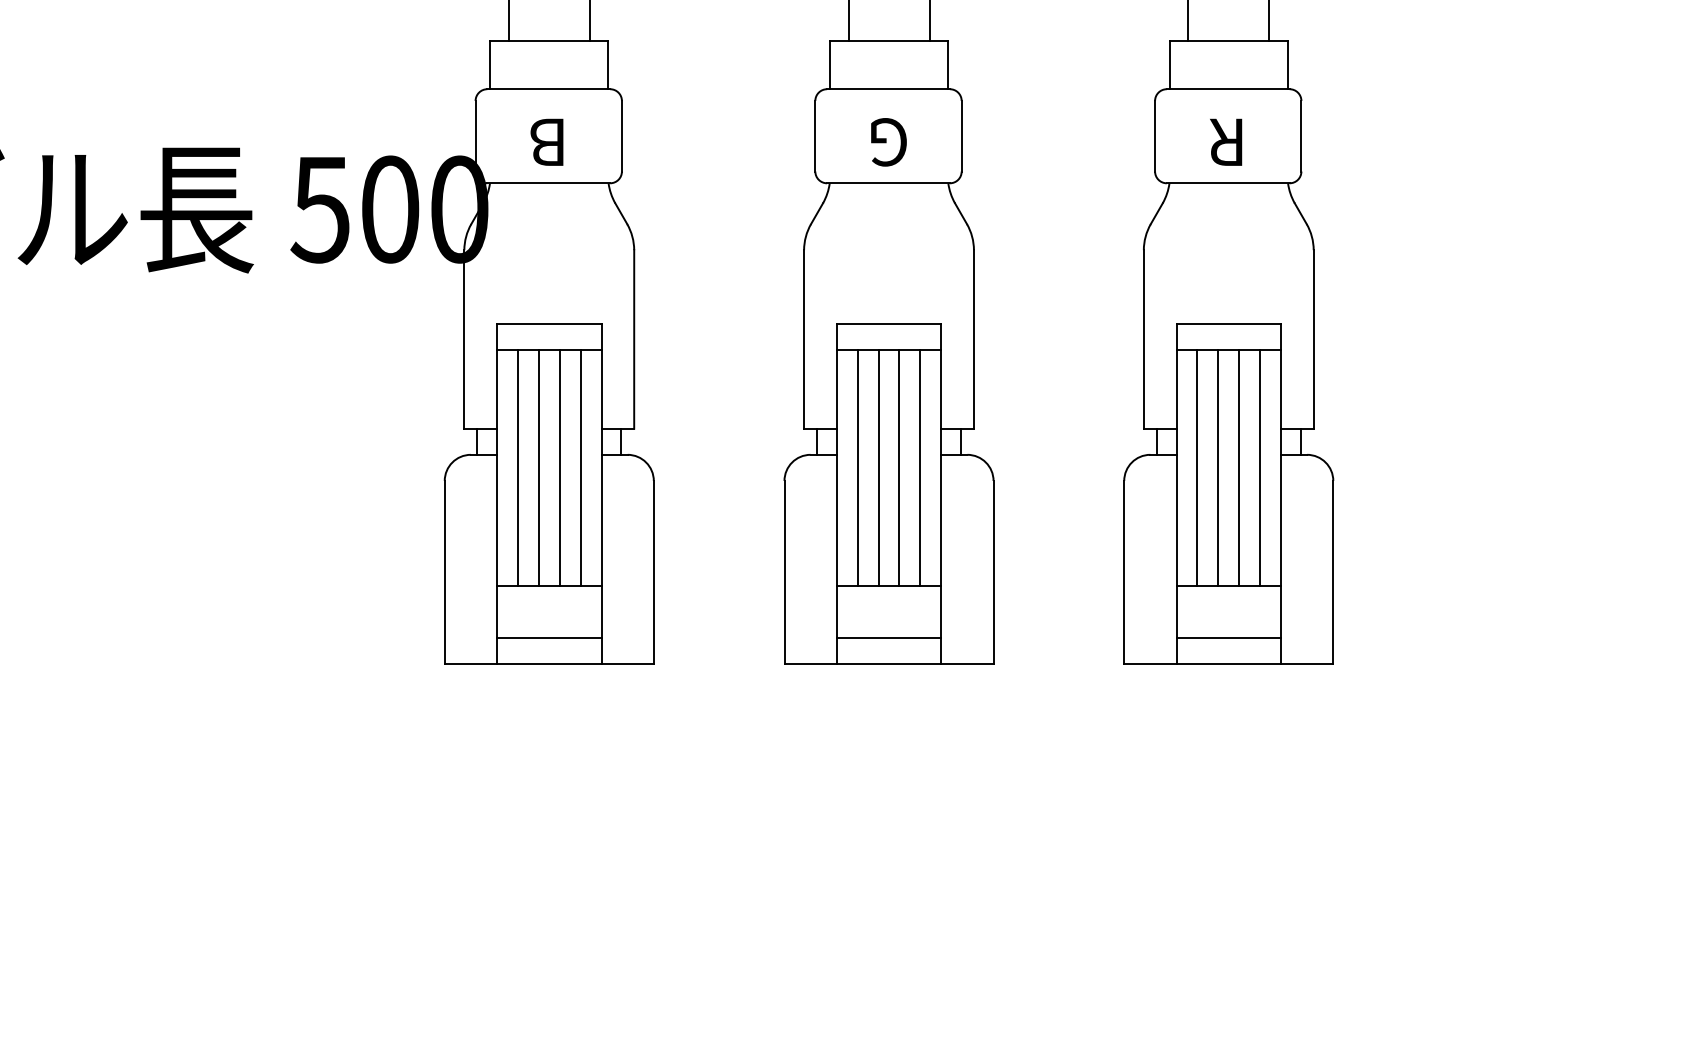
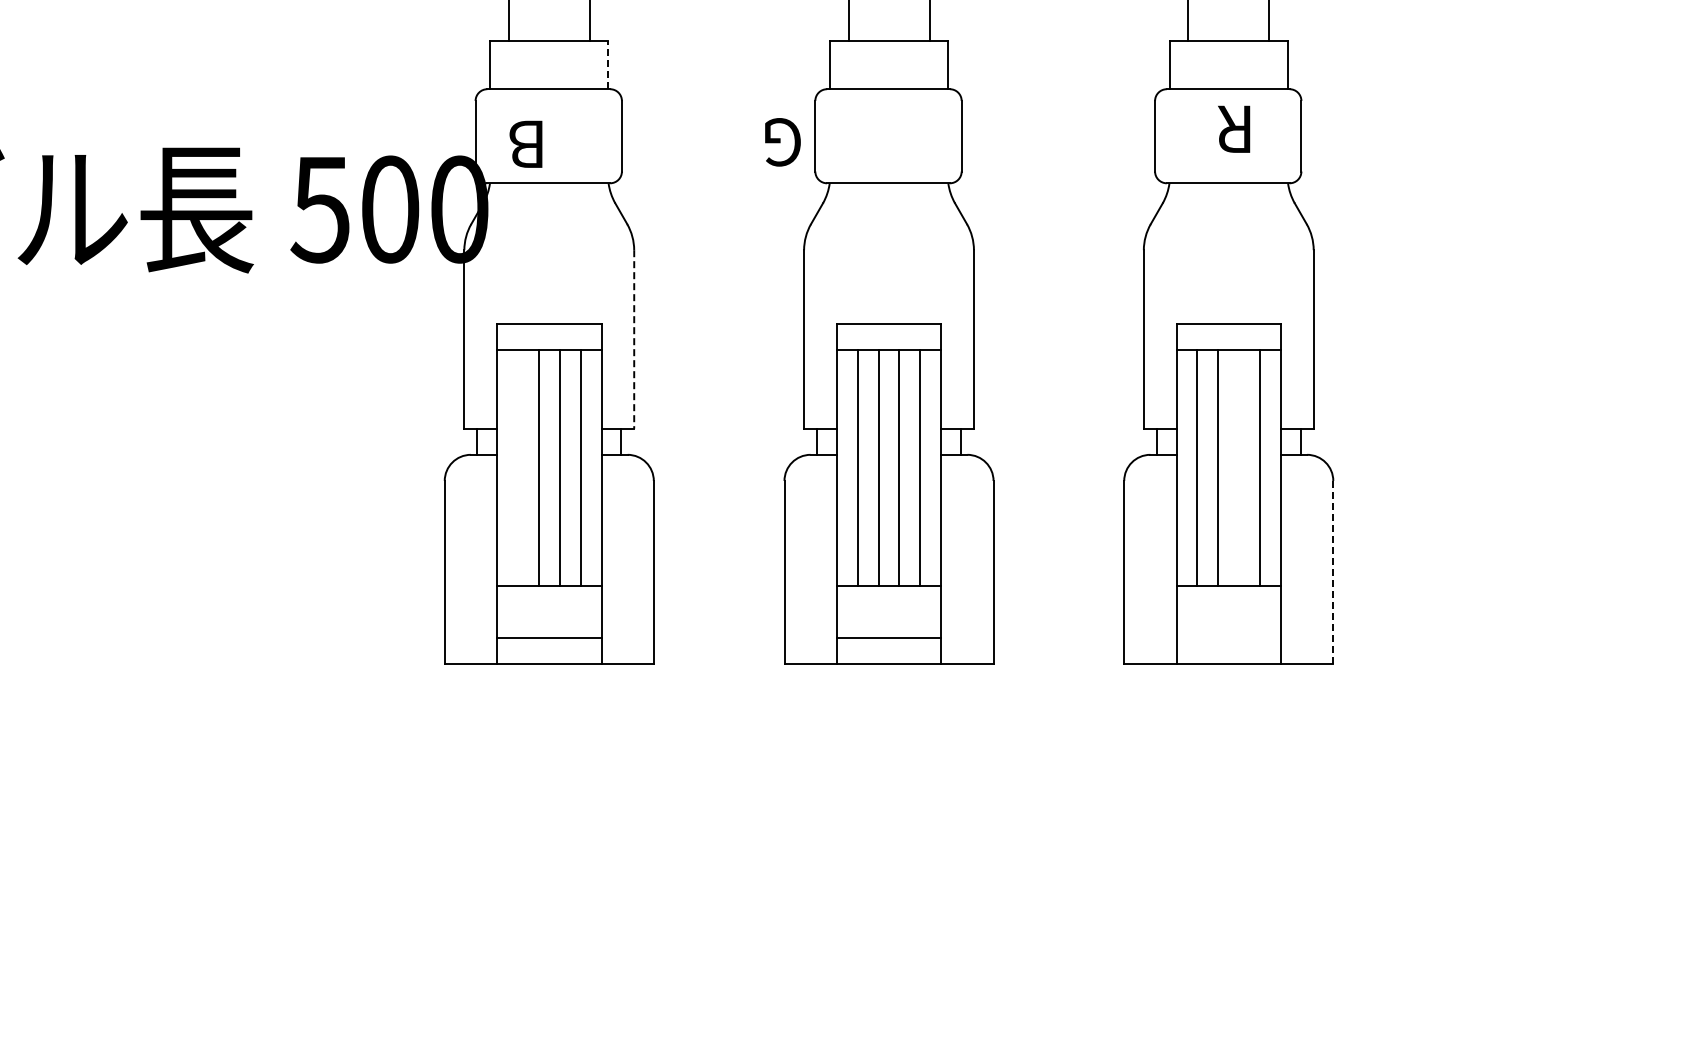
line at (608, 64): solid -> dashed
text at (546, 141) position: (546, 141) -> (525, 143)
text at (1226, 141) position: (1226, 141) -> (1234, 128)
text at (888, 142) position: (888, 142) -> (782, 142)
line at (634, 339): solid -> dashed
line at (517, 467): present -> none
line at (1239, 467): present -> none
line at (1333, 572): solid -> dashed
line at (1228, 637): present -> none
